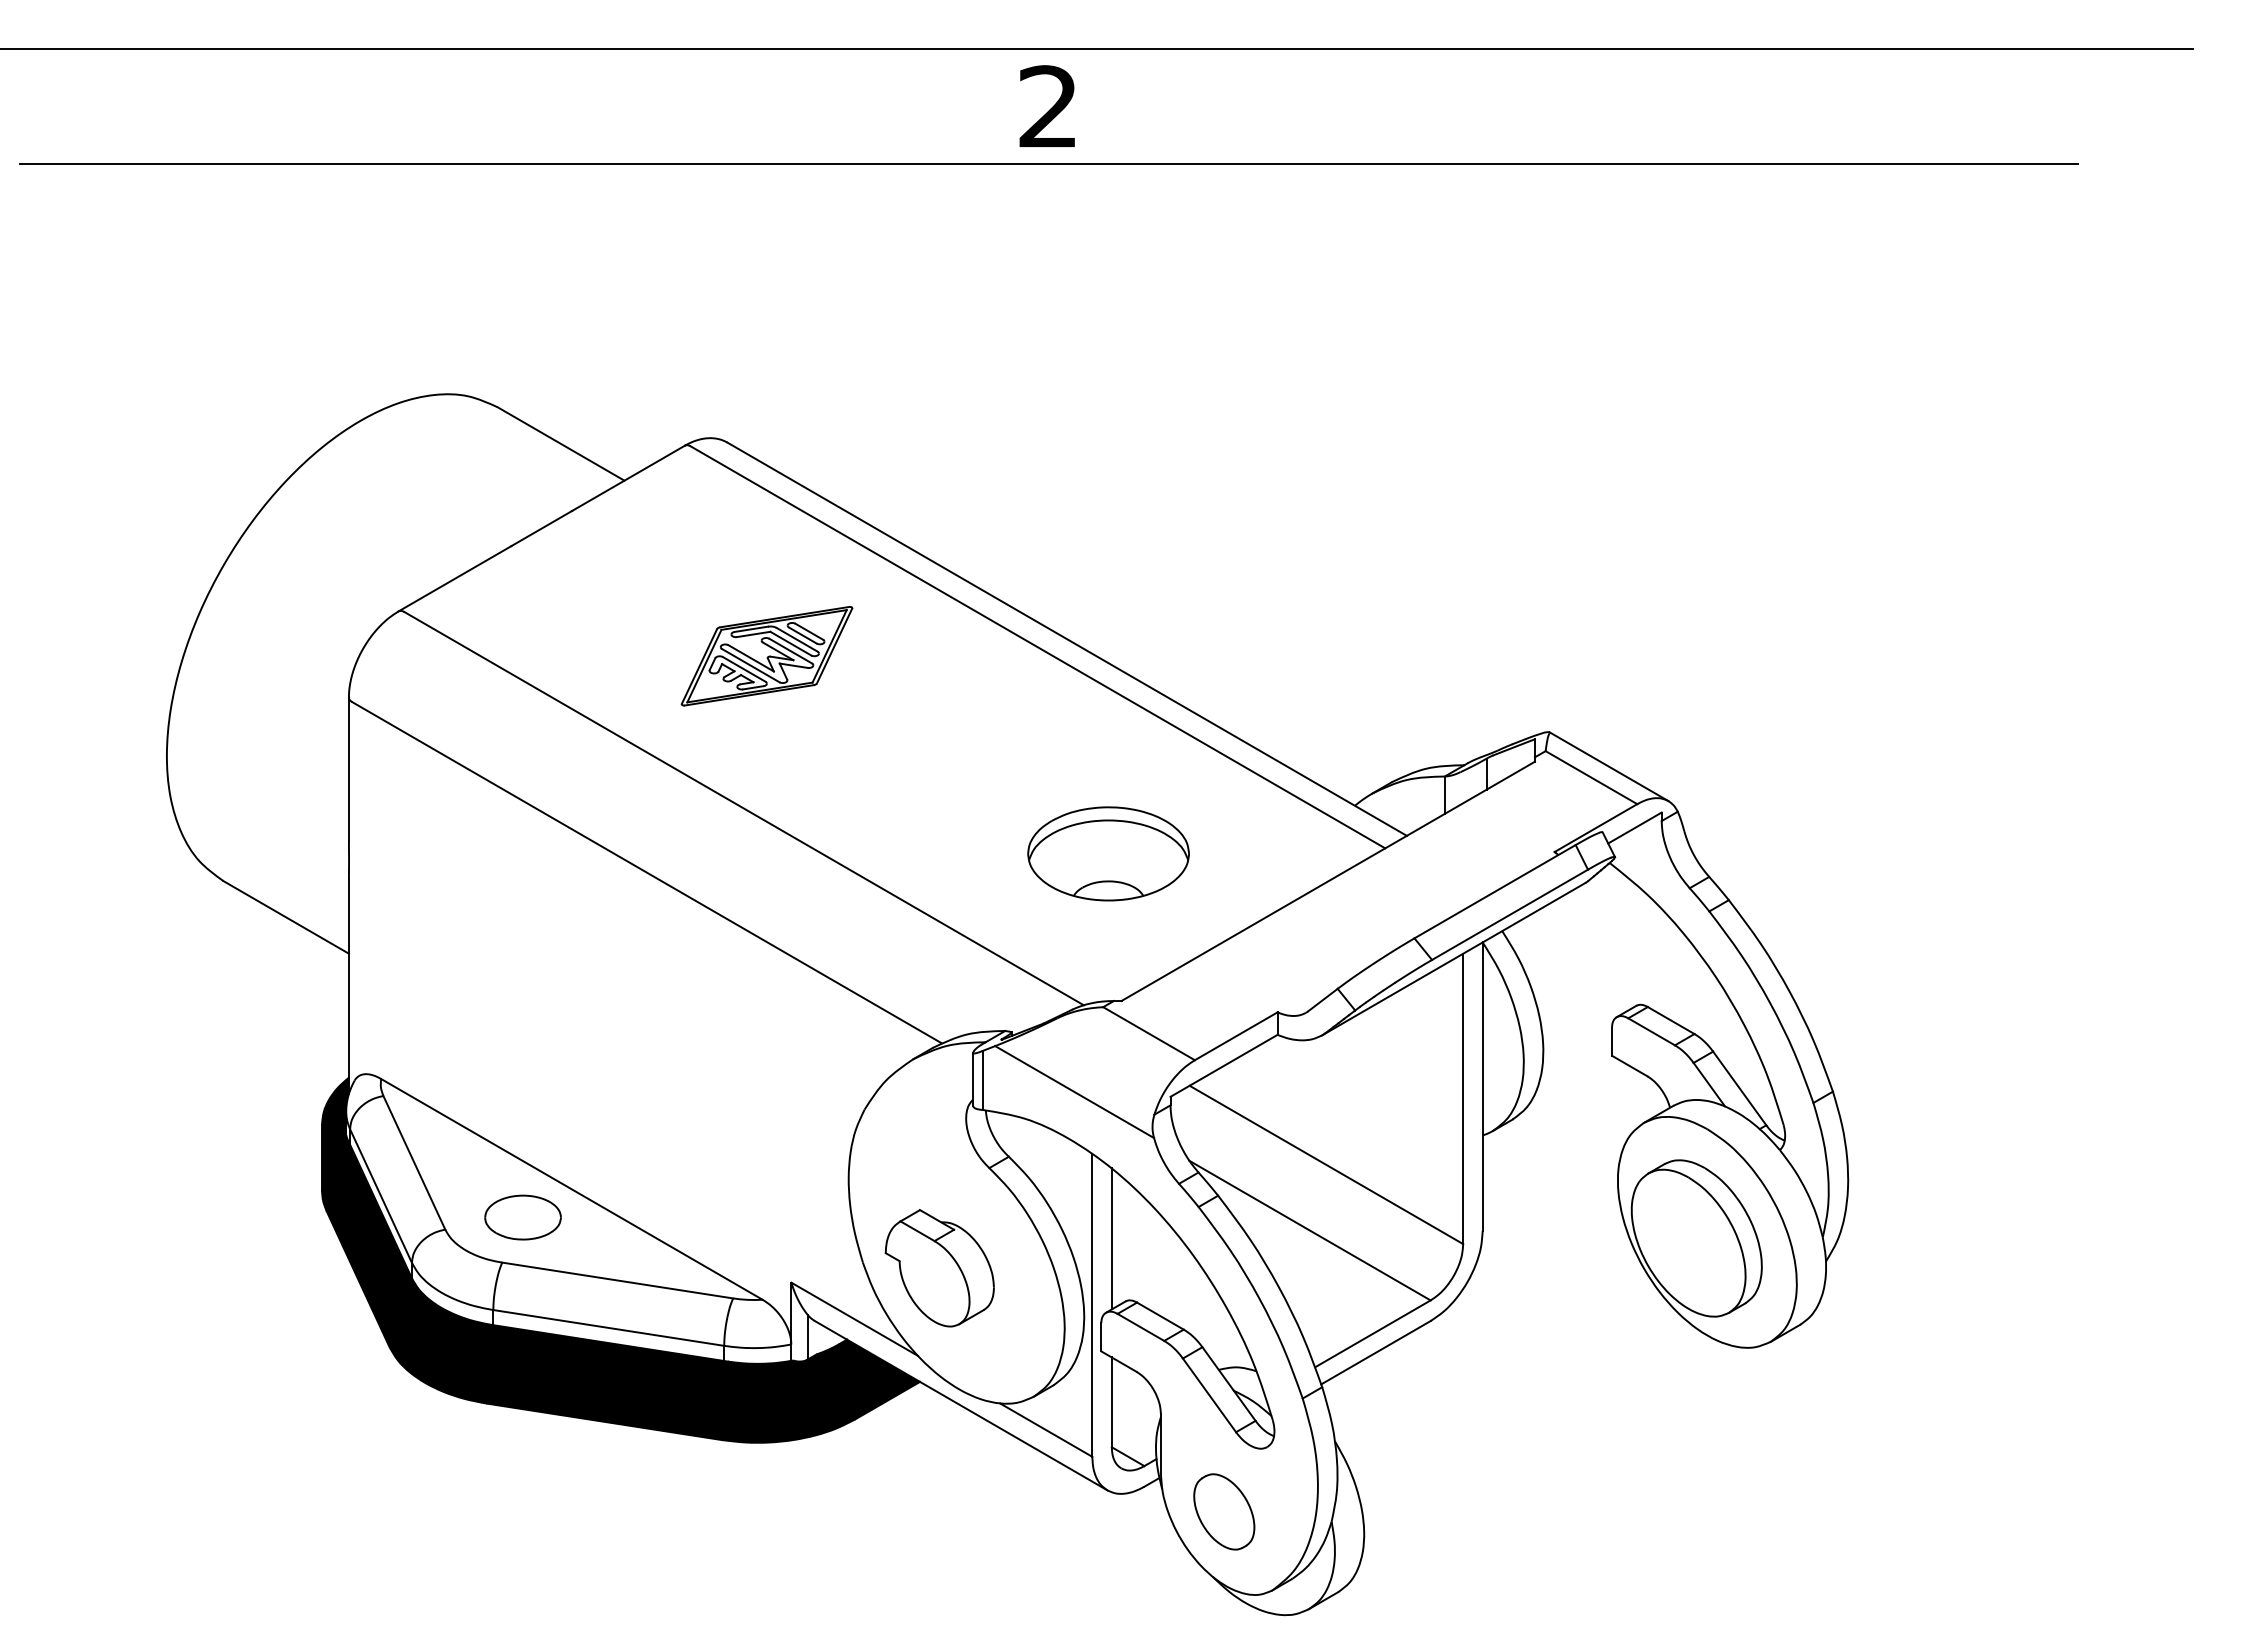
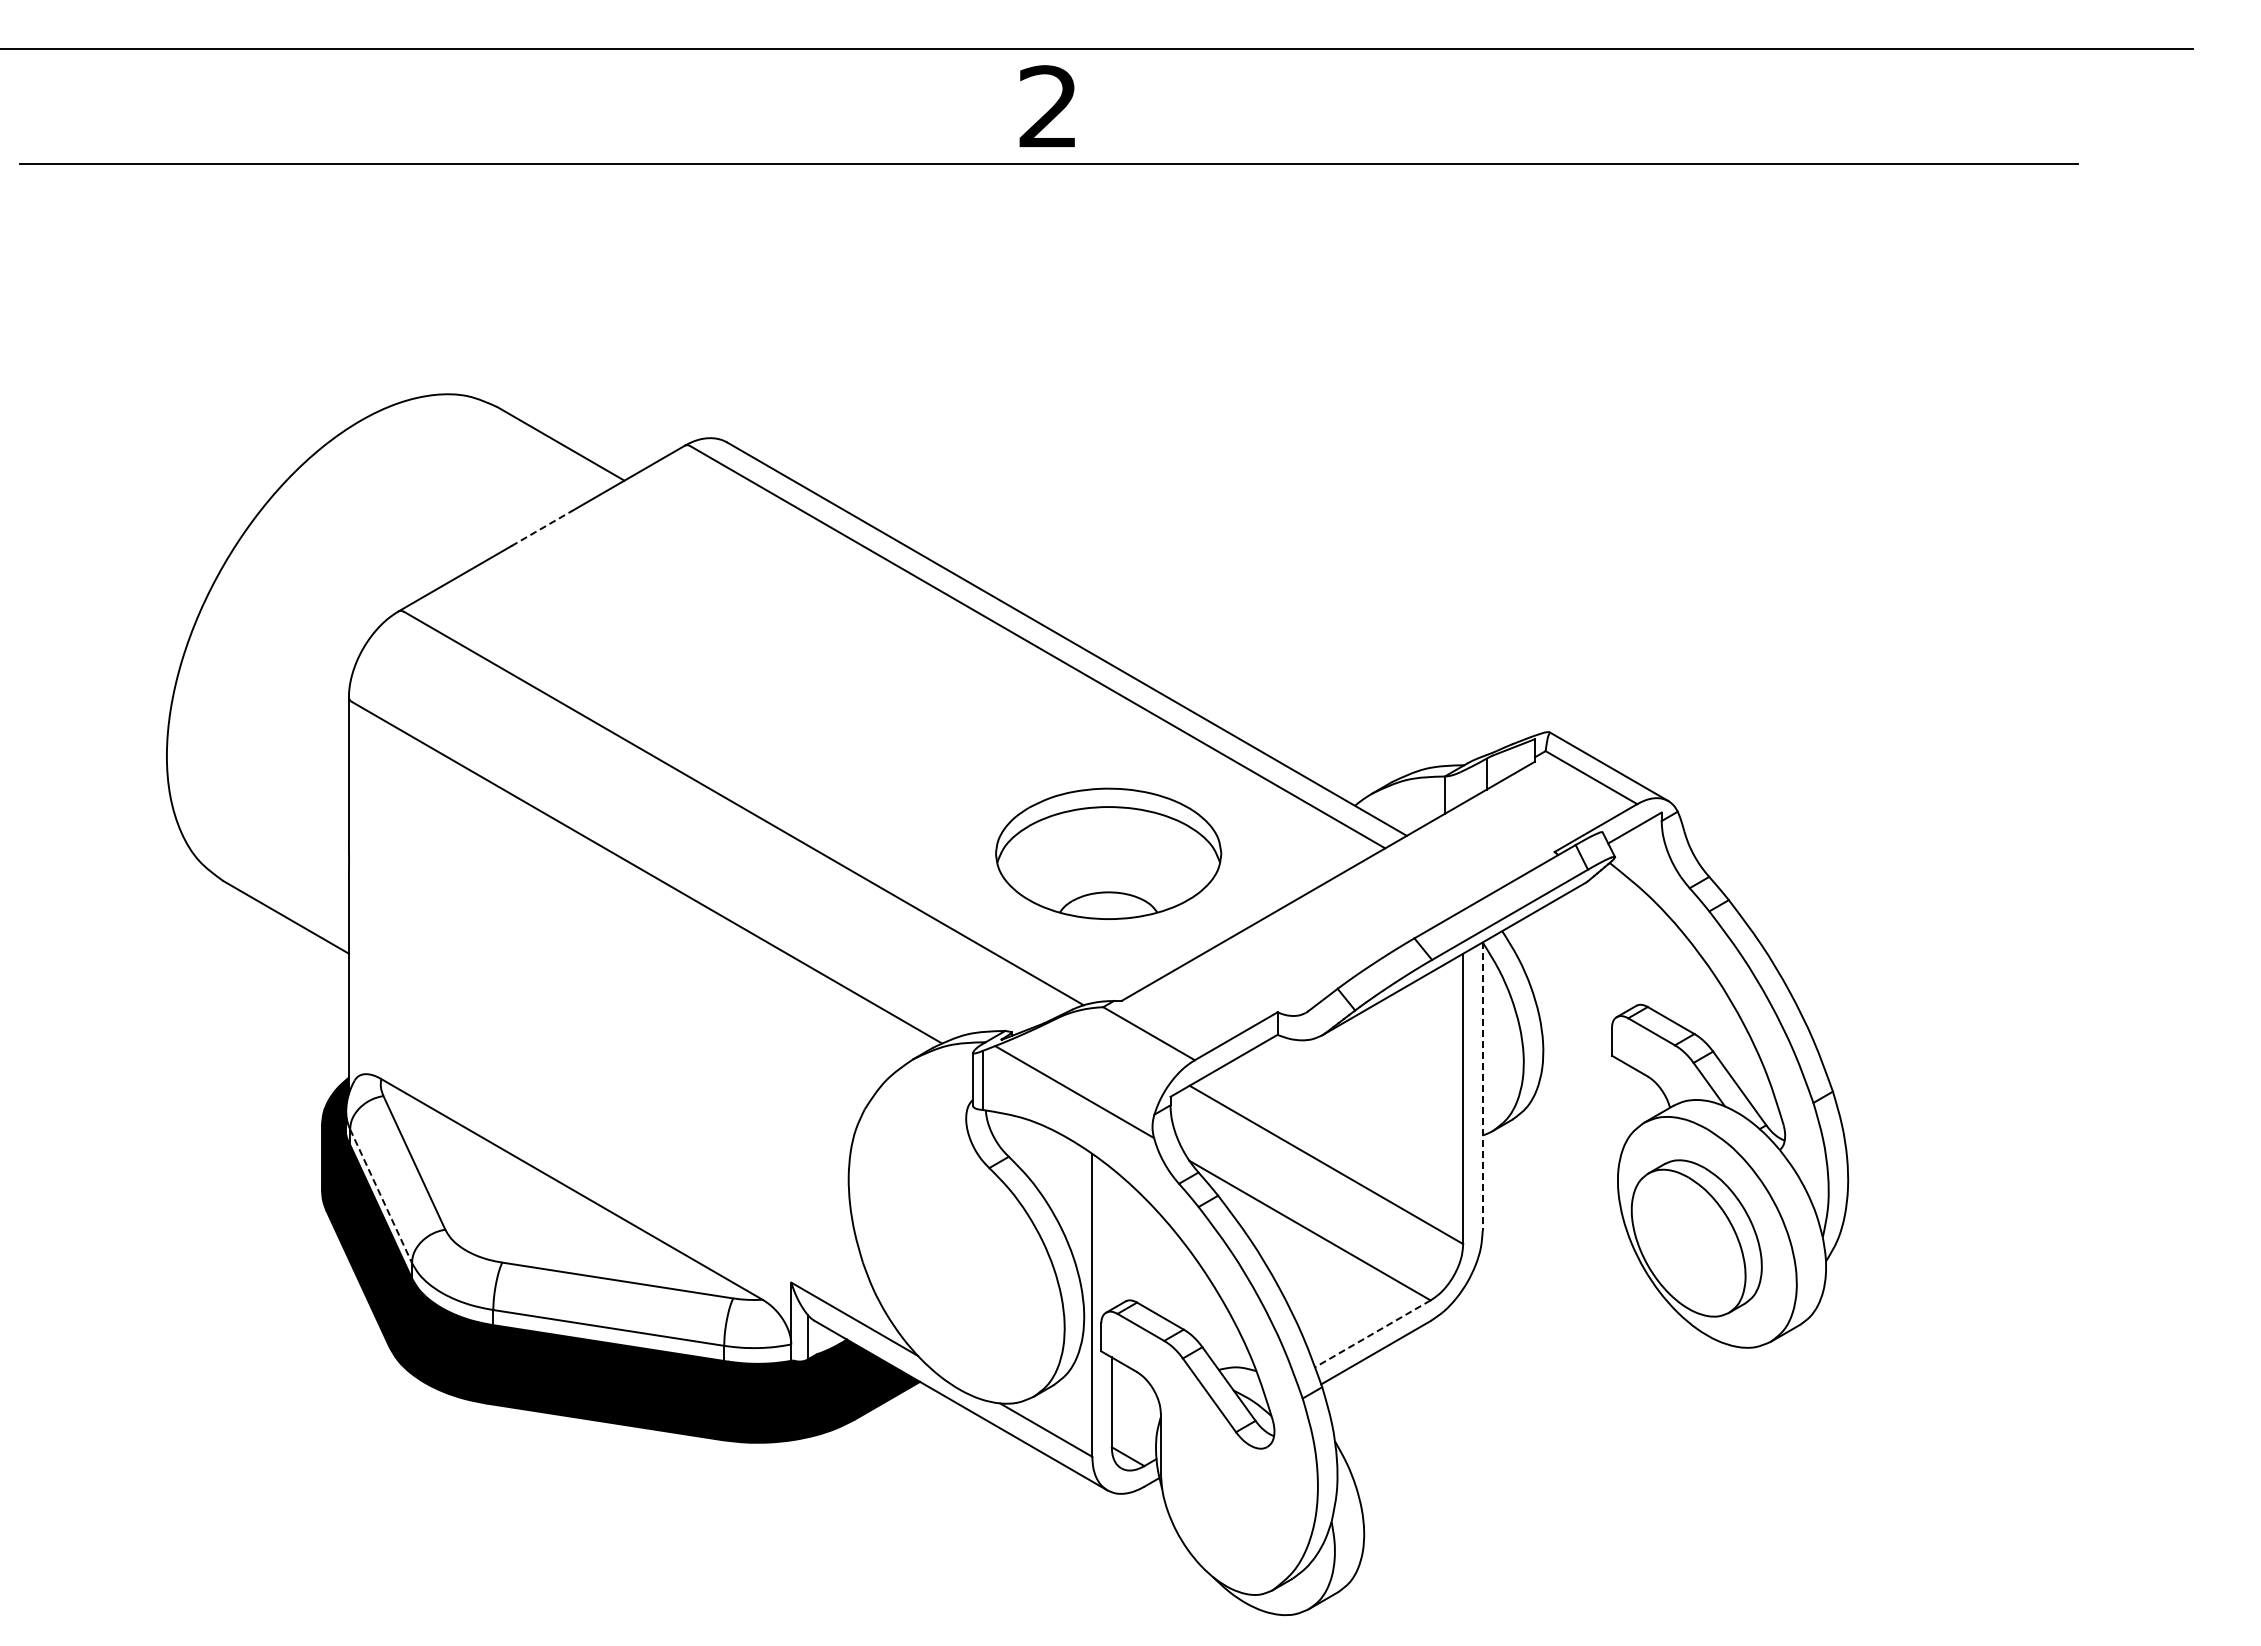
line at (542, 528): solid -> dashed
part at (766, 656): present -> none
part at (1108, 853) size: 163x96 px -> 228x133 px
line at (1482, 1087): solid -> dashed
line at (381, 1196): solid -> dashed
part at (522, 1217): present -> none
line at (1111, 1238): present -> none
part at (939, 1268): present -> none
line at (1372, 1333): solid -> dashed
part at (1224, 1511): present -> none
